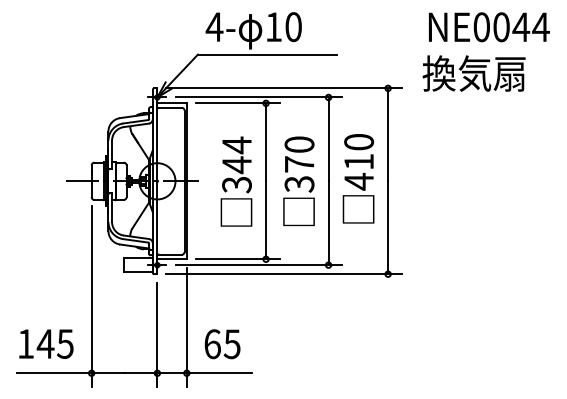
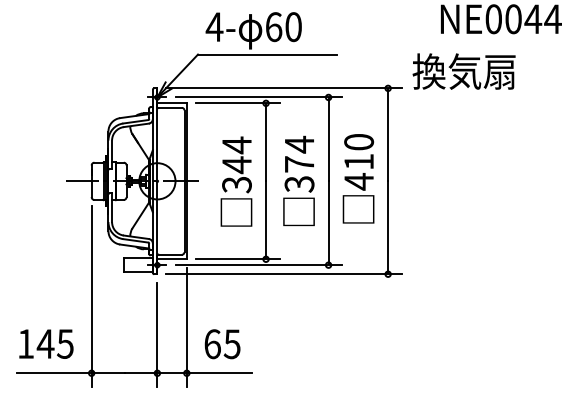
text at (274, 27): 10 -> 60
text at (489, 27) position: (489, 27) -> (501, 19)
text at (473, 73) position: (473, 73) -> (463, 71)
text at (299, 144): 370 -> 374
